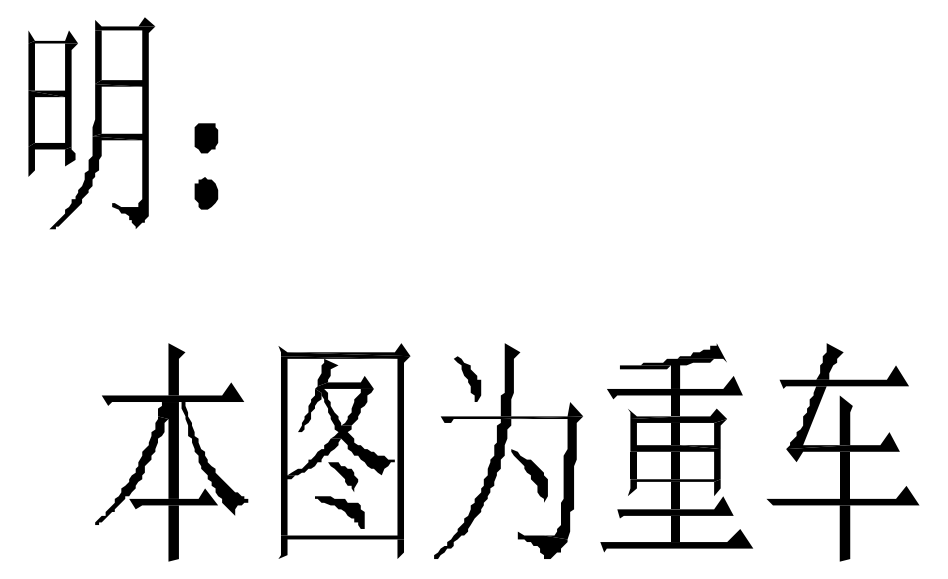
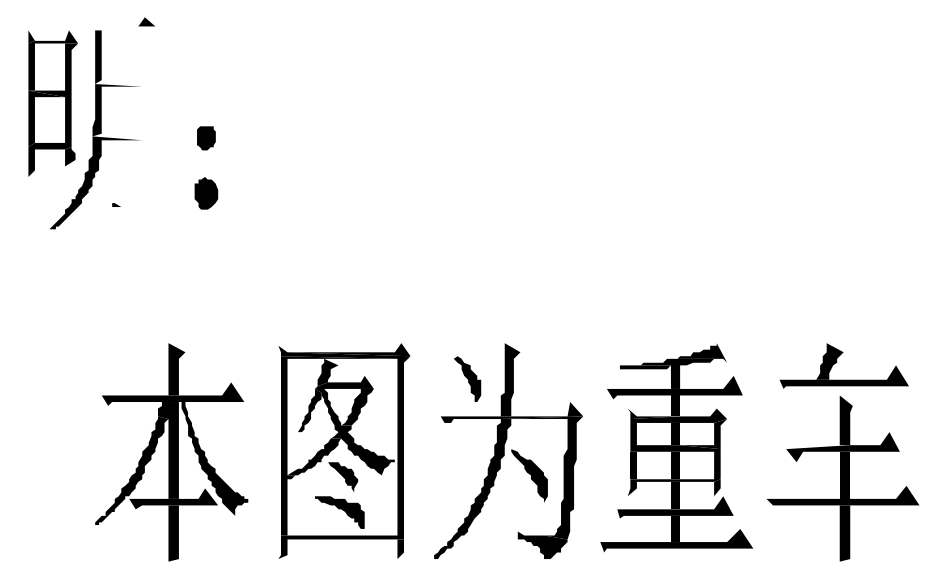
fill at (123, 123): present -> none
part at (206, 138) size: 25x31 px -> 19x25 px
fill at (818, 417): present -> none
